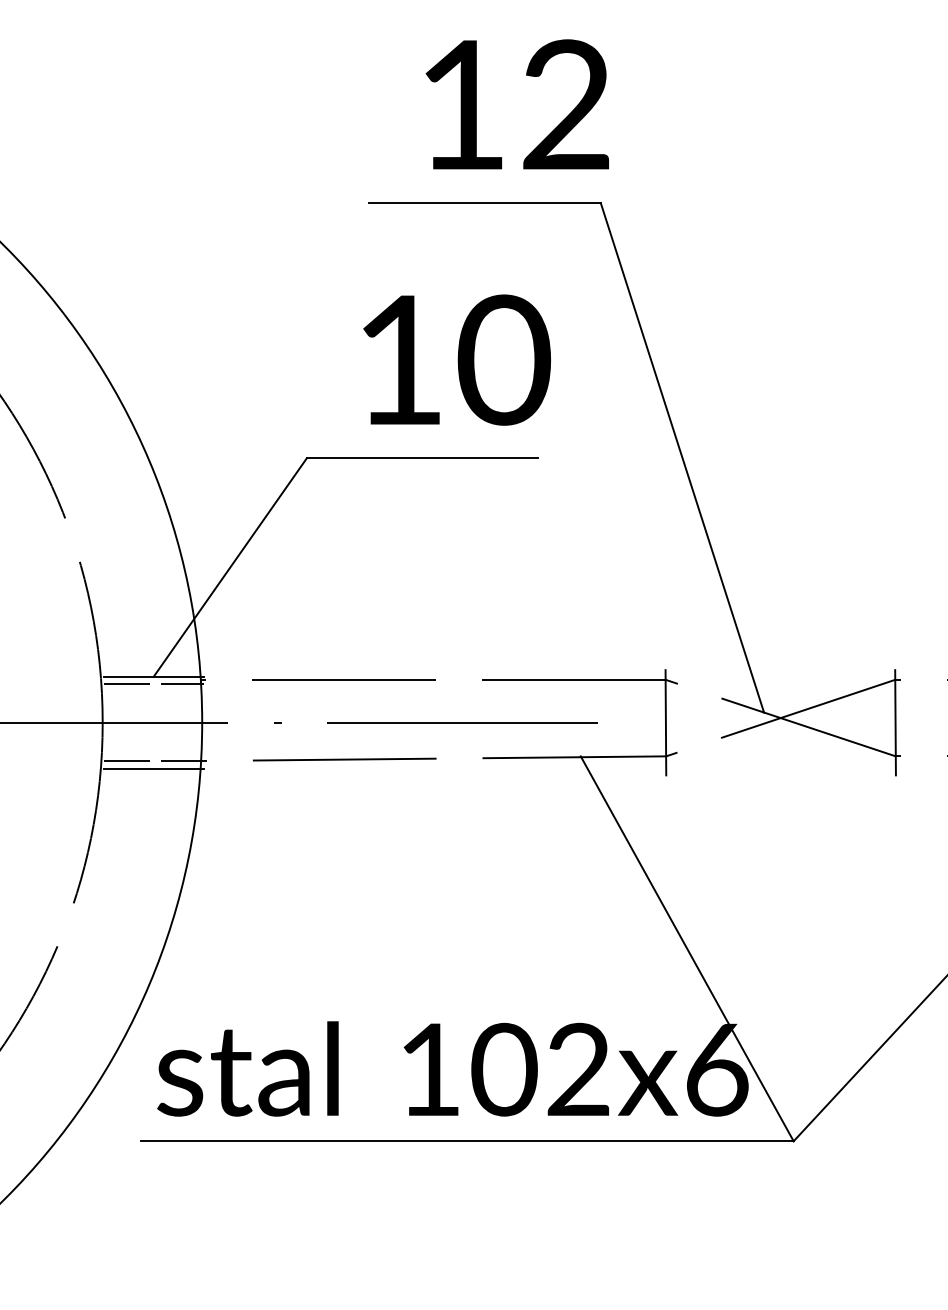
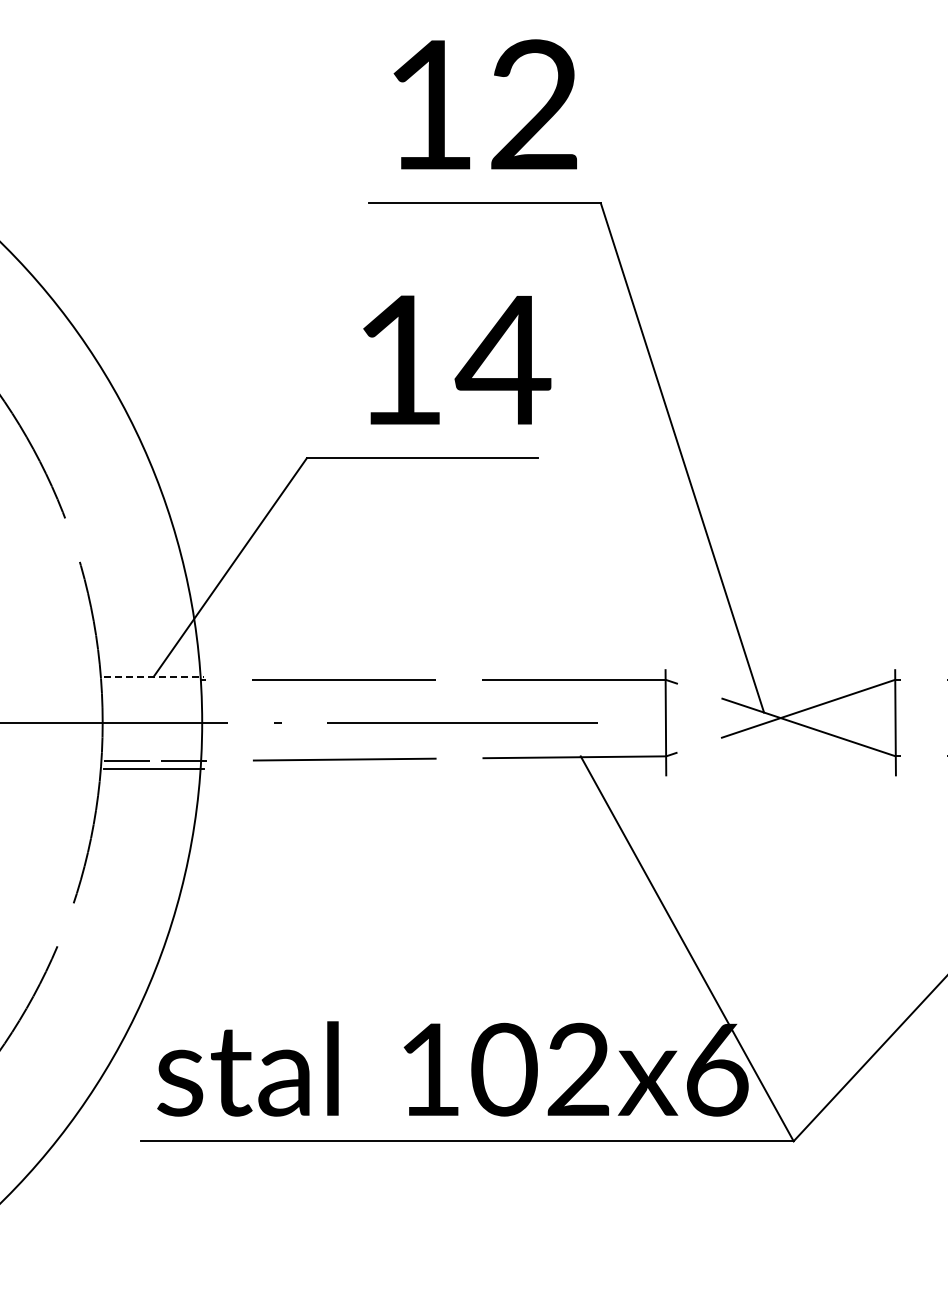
text at (516, 104) position: (516, 104) -> (484, 104)
text at (502, 359): 10 -> 14
line at (153, 676): solid -> dashed
line at (153, 684): present -> none
